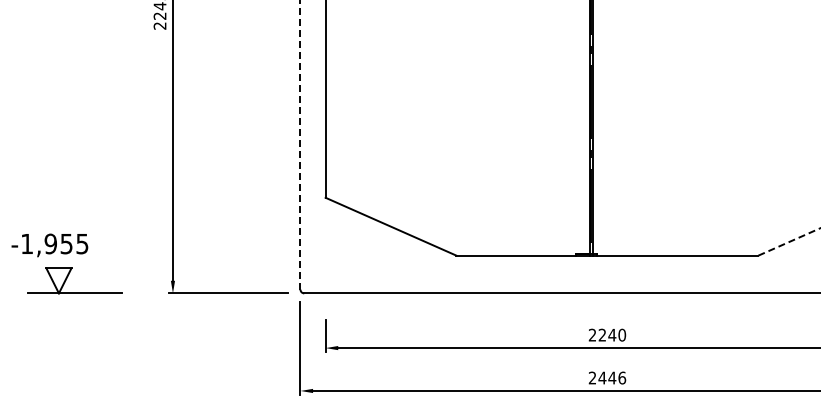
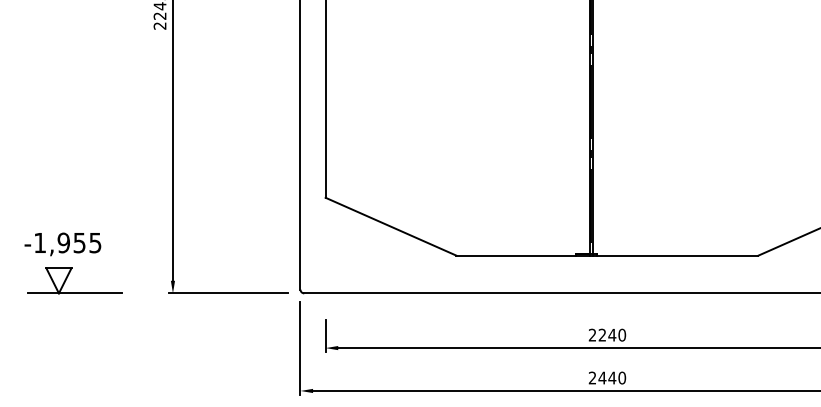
line at (300, 144): dashed -> solid
line at (789, 241): dashed -> solid
text at (49, 245) position: (49, 245) -> (62, 244)
text at (622, 377): 2446 -> 2440
